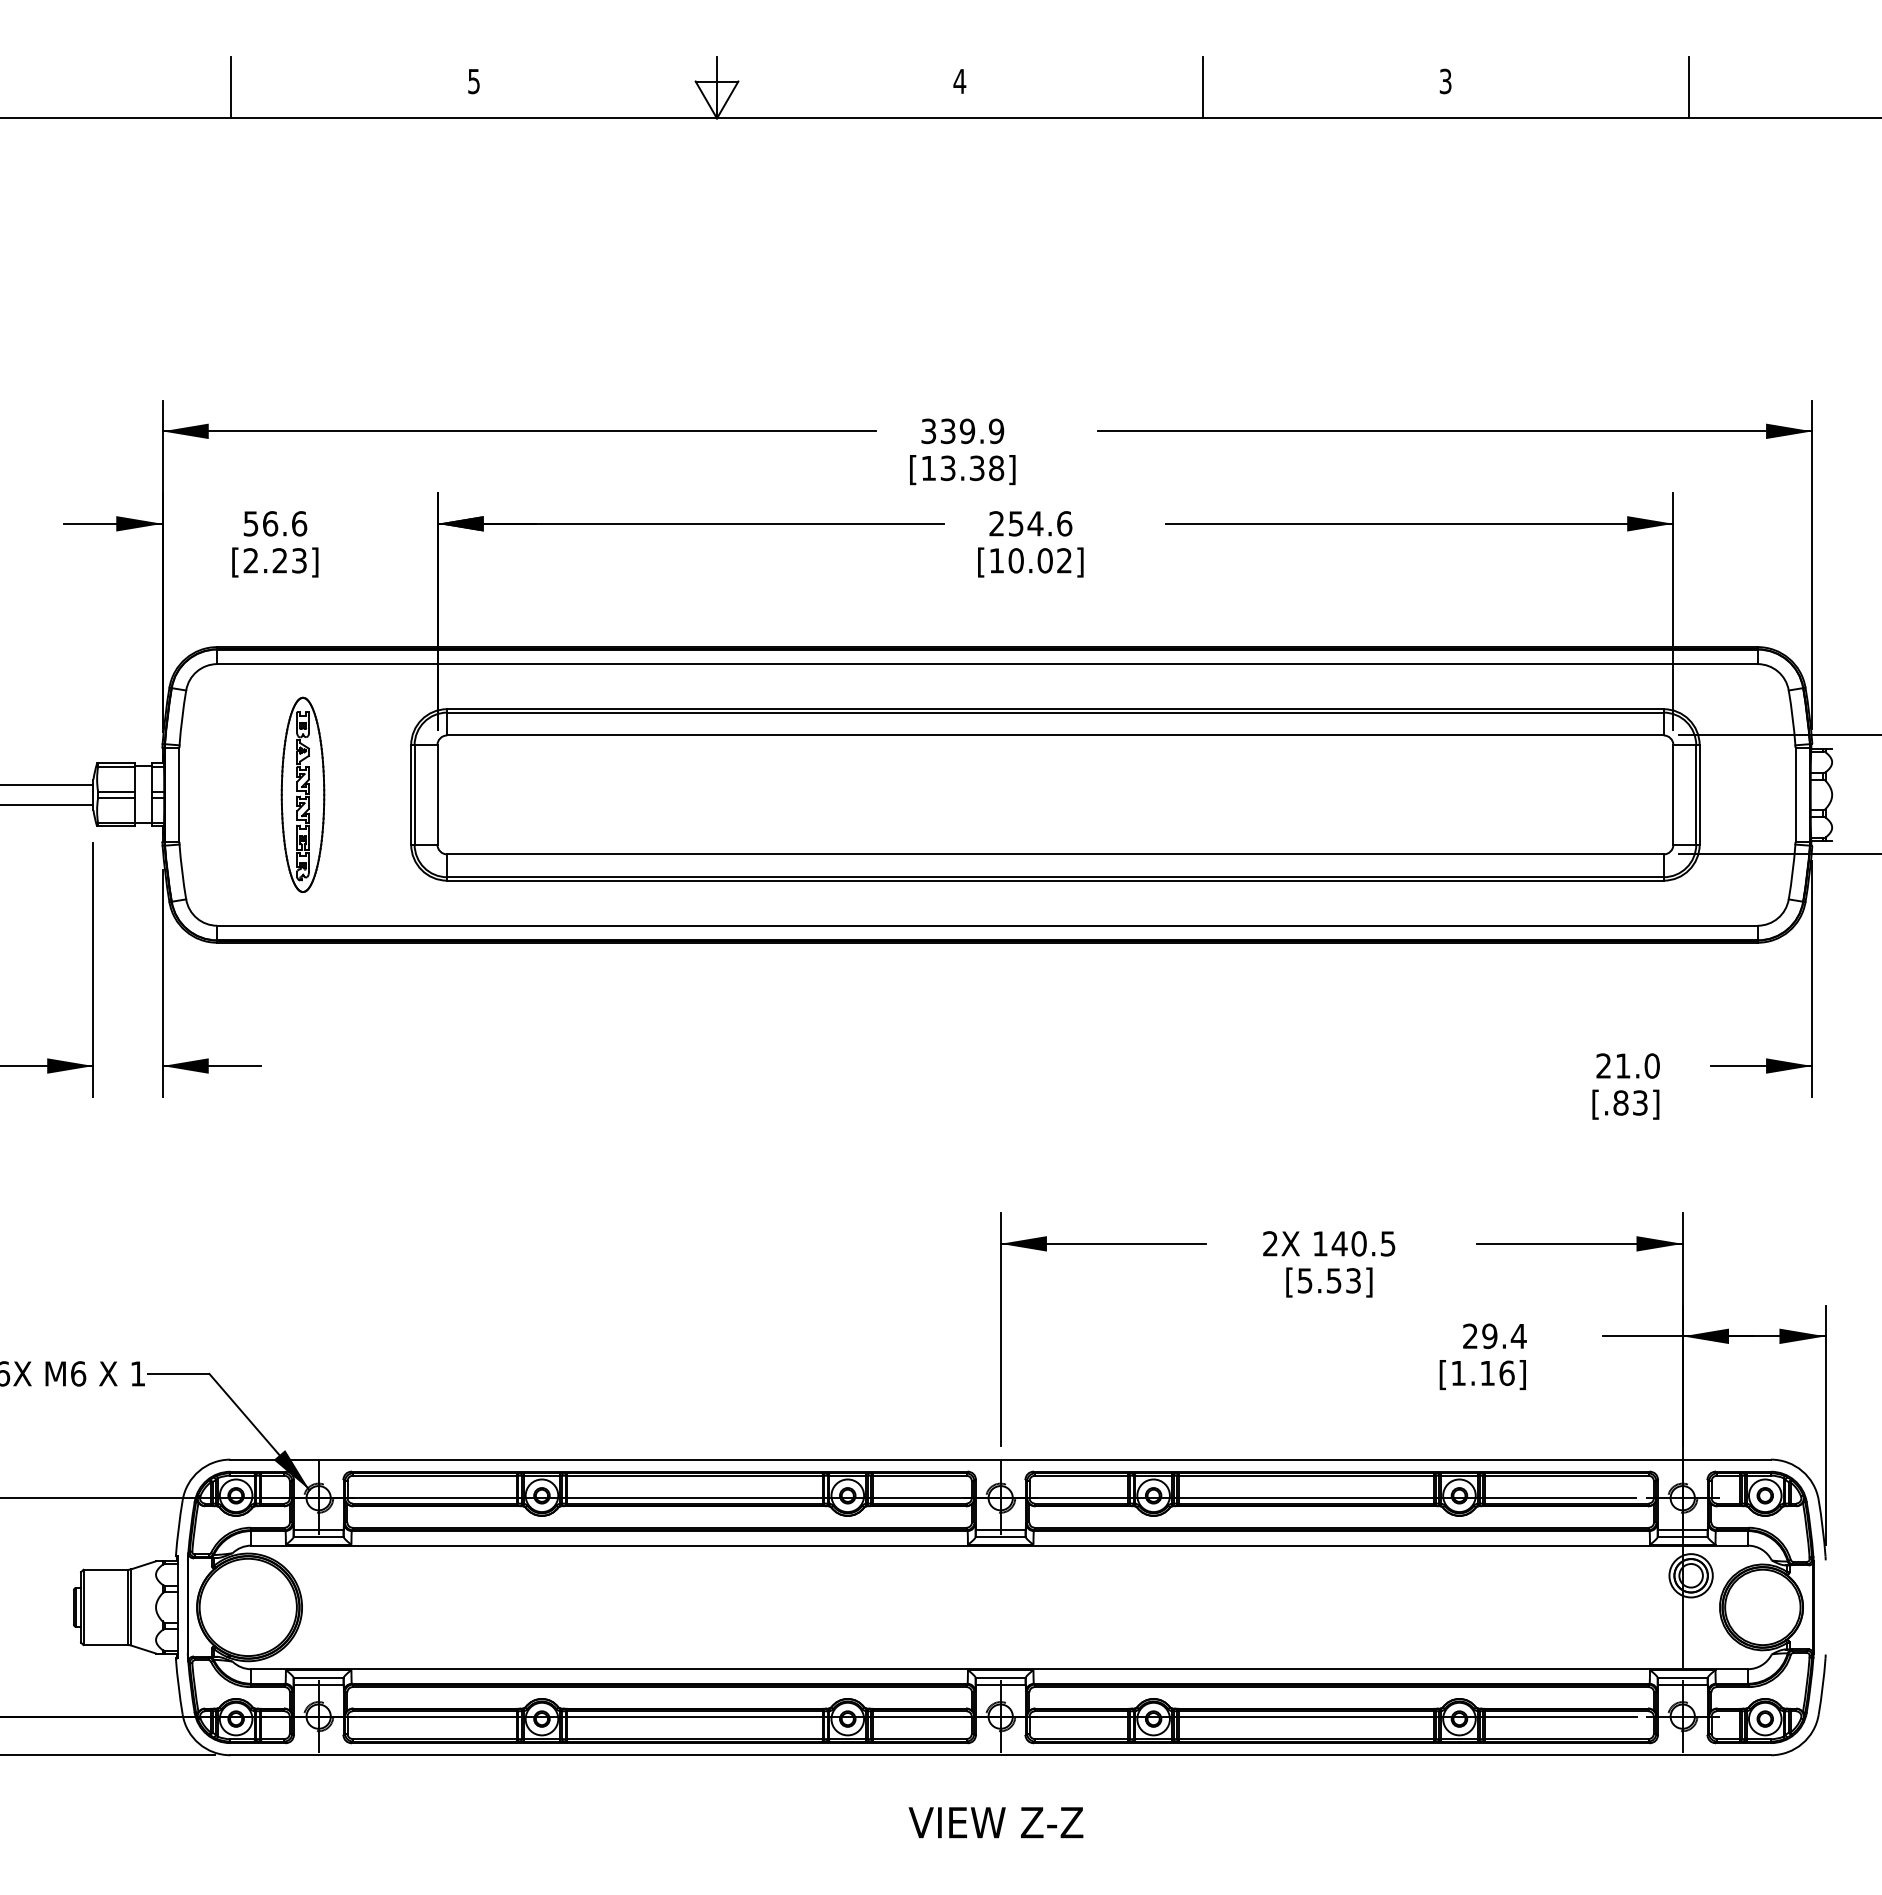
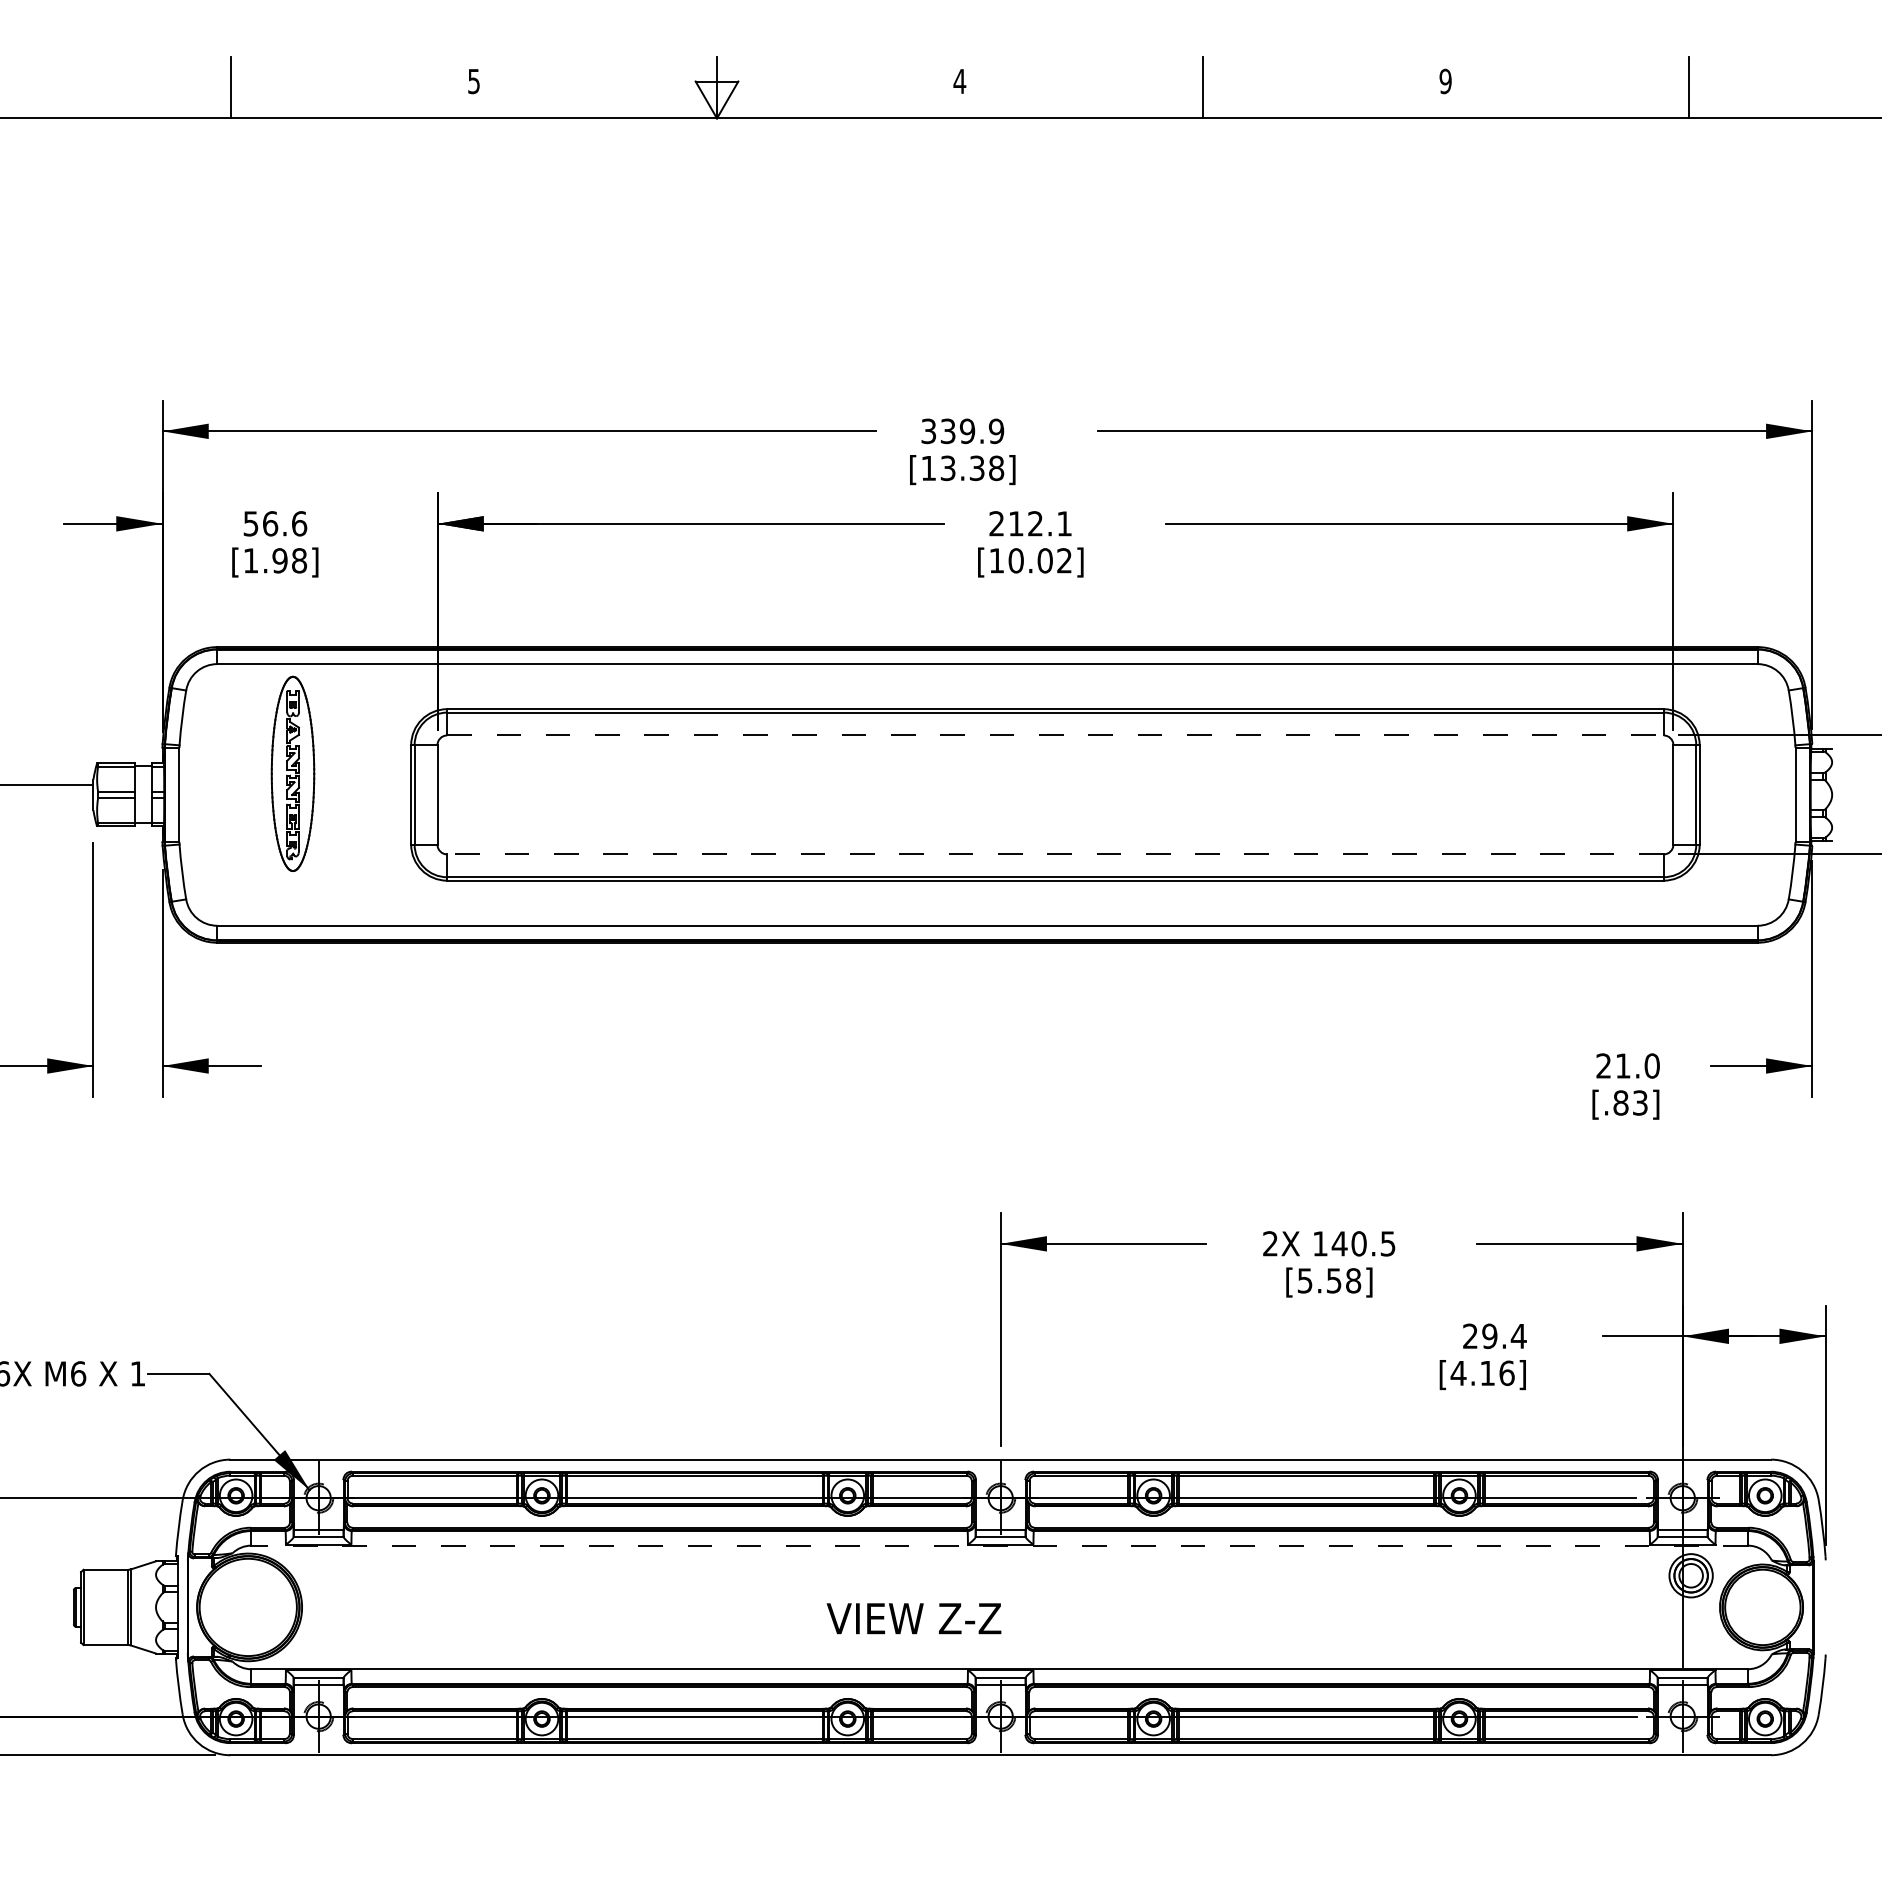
text at (1445, 80): 3 -> 9
text at (1040, 523): 254.6 -> 212.1
text at (275, 560): [2.23] -> [1.98]
line at (1055, 735): solid -> dashed
part at (302, 794) position: (302, 794) -> (292, 773)
line at (47, 804): present -> none
line at (1054, 854): solid -> dashed
text at (1353, 1280): [5.53] -> [5.58]
text at (1458, 1373): [1.16] -> [4.16]
line at (999, 1545): solid -> dashed
text at (995, 1822) position: (995, 1822) -> (913, 1618)
